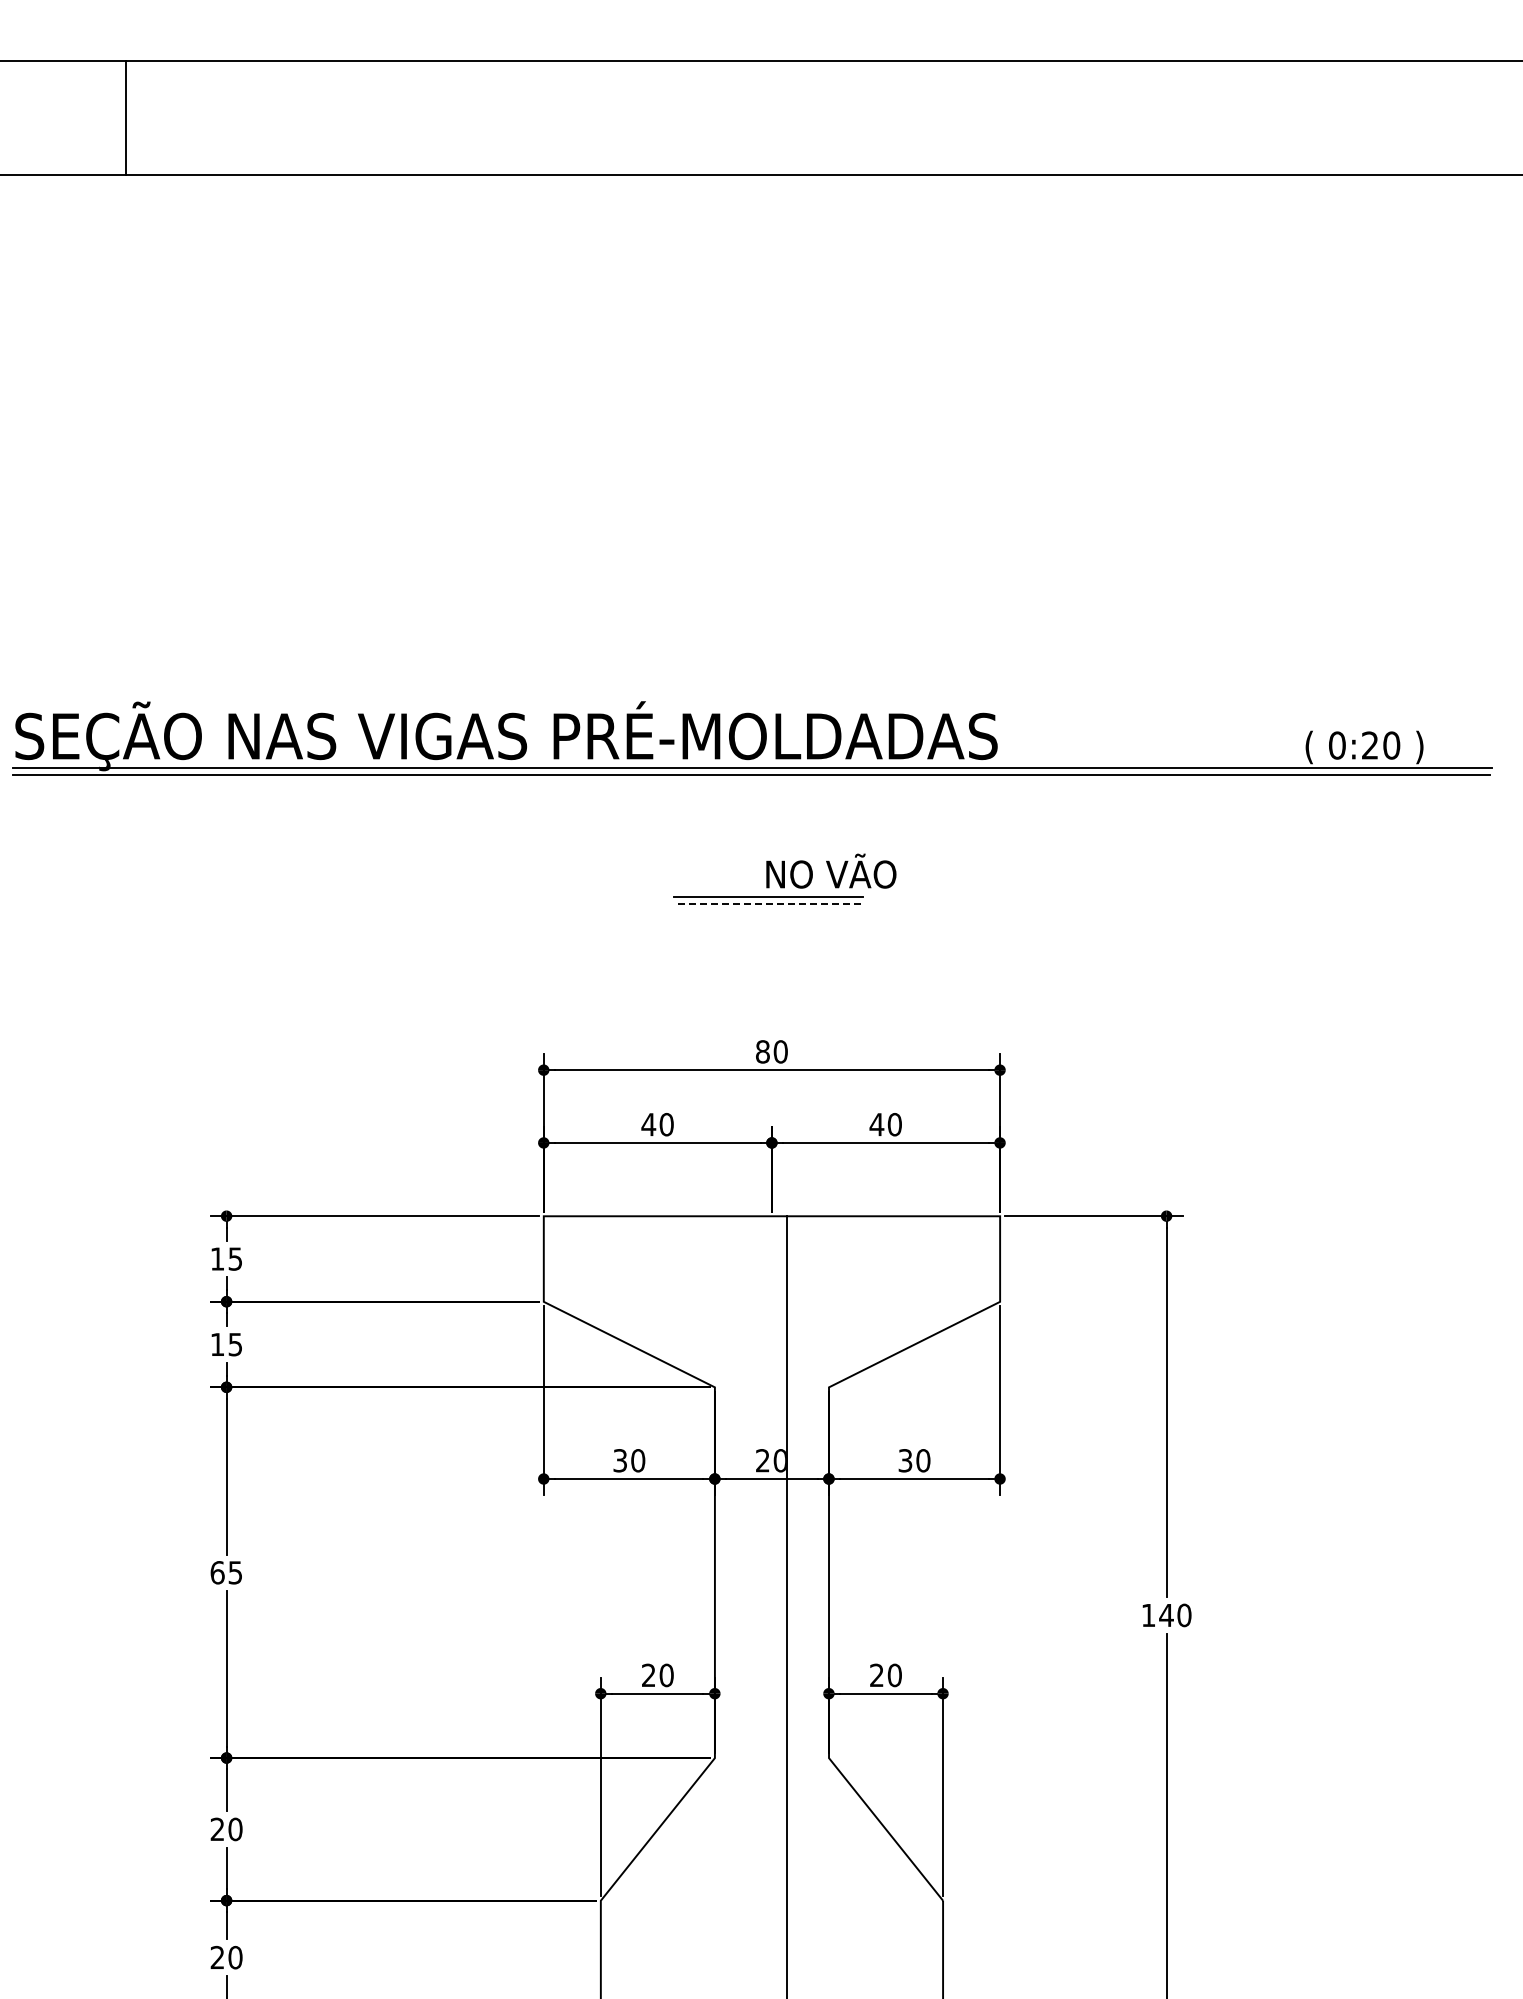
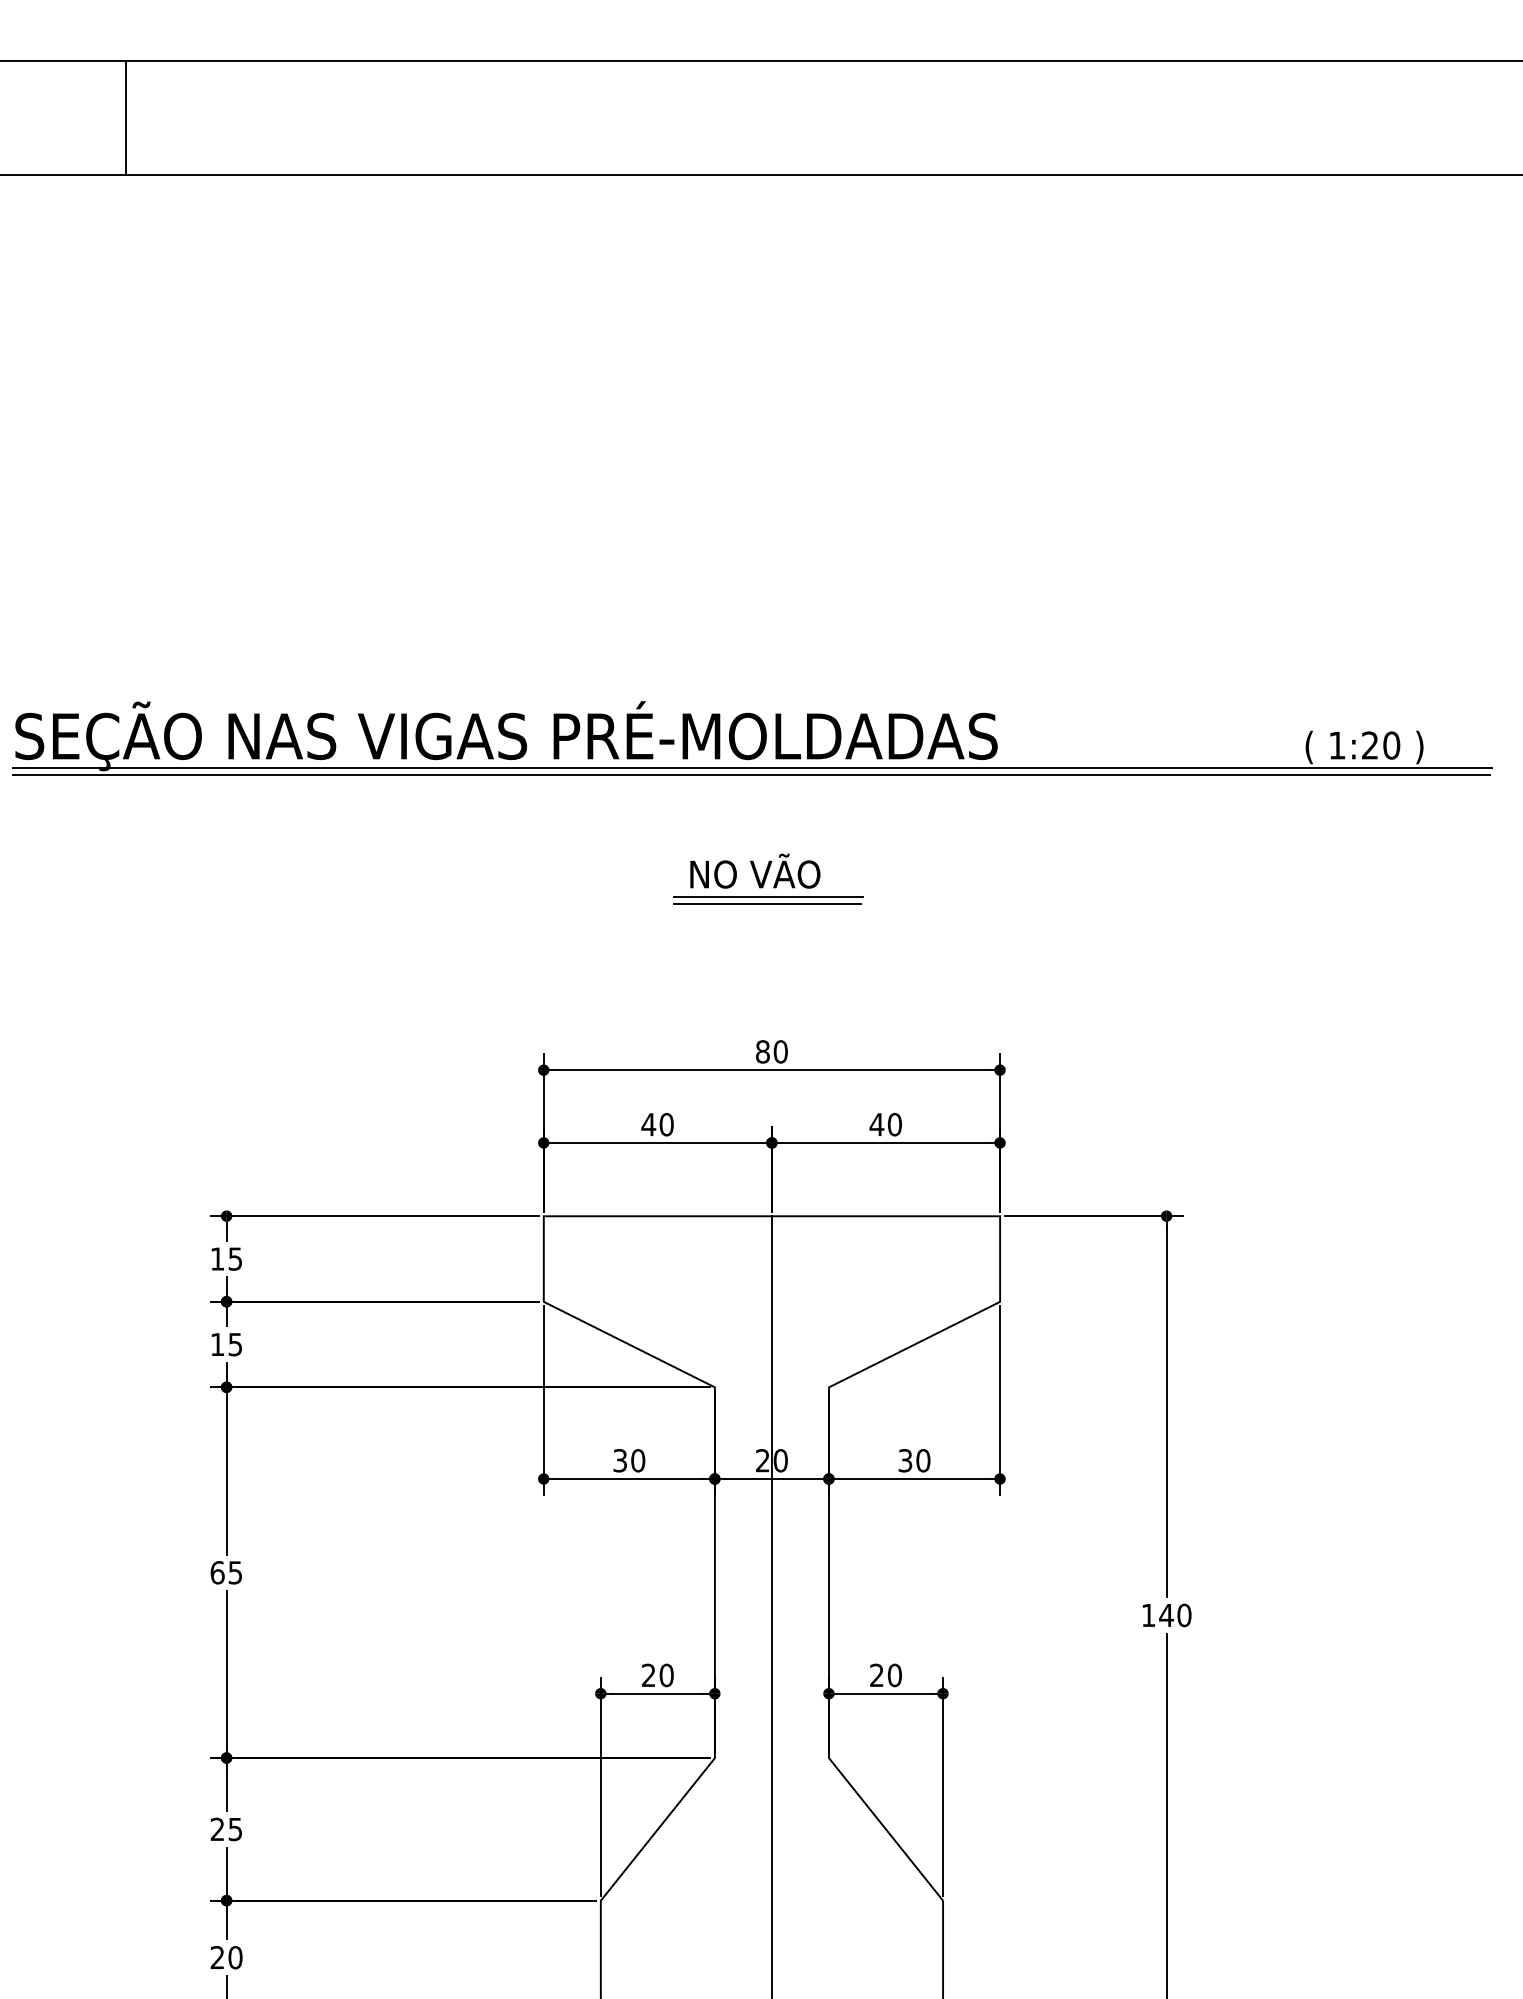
text at (1337, 745): 0:20 -> 1:20
text at (831, 870) position: (831, 870) -> (755, 870)
line at (767, 903): dashed -> solid
line at (786, 1605) position: (786, 1605) -> (771, 1605)
text at (235, 1829): 20 -> 25
